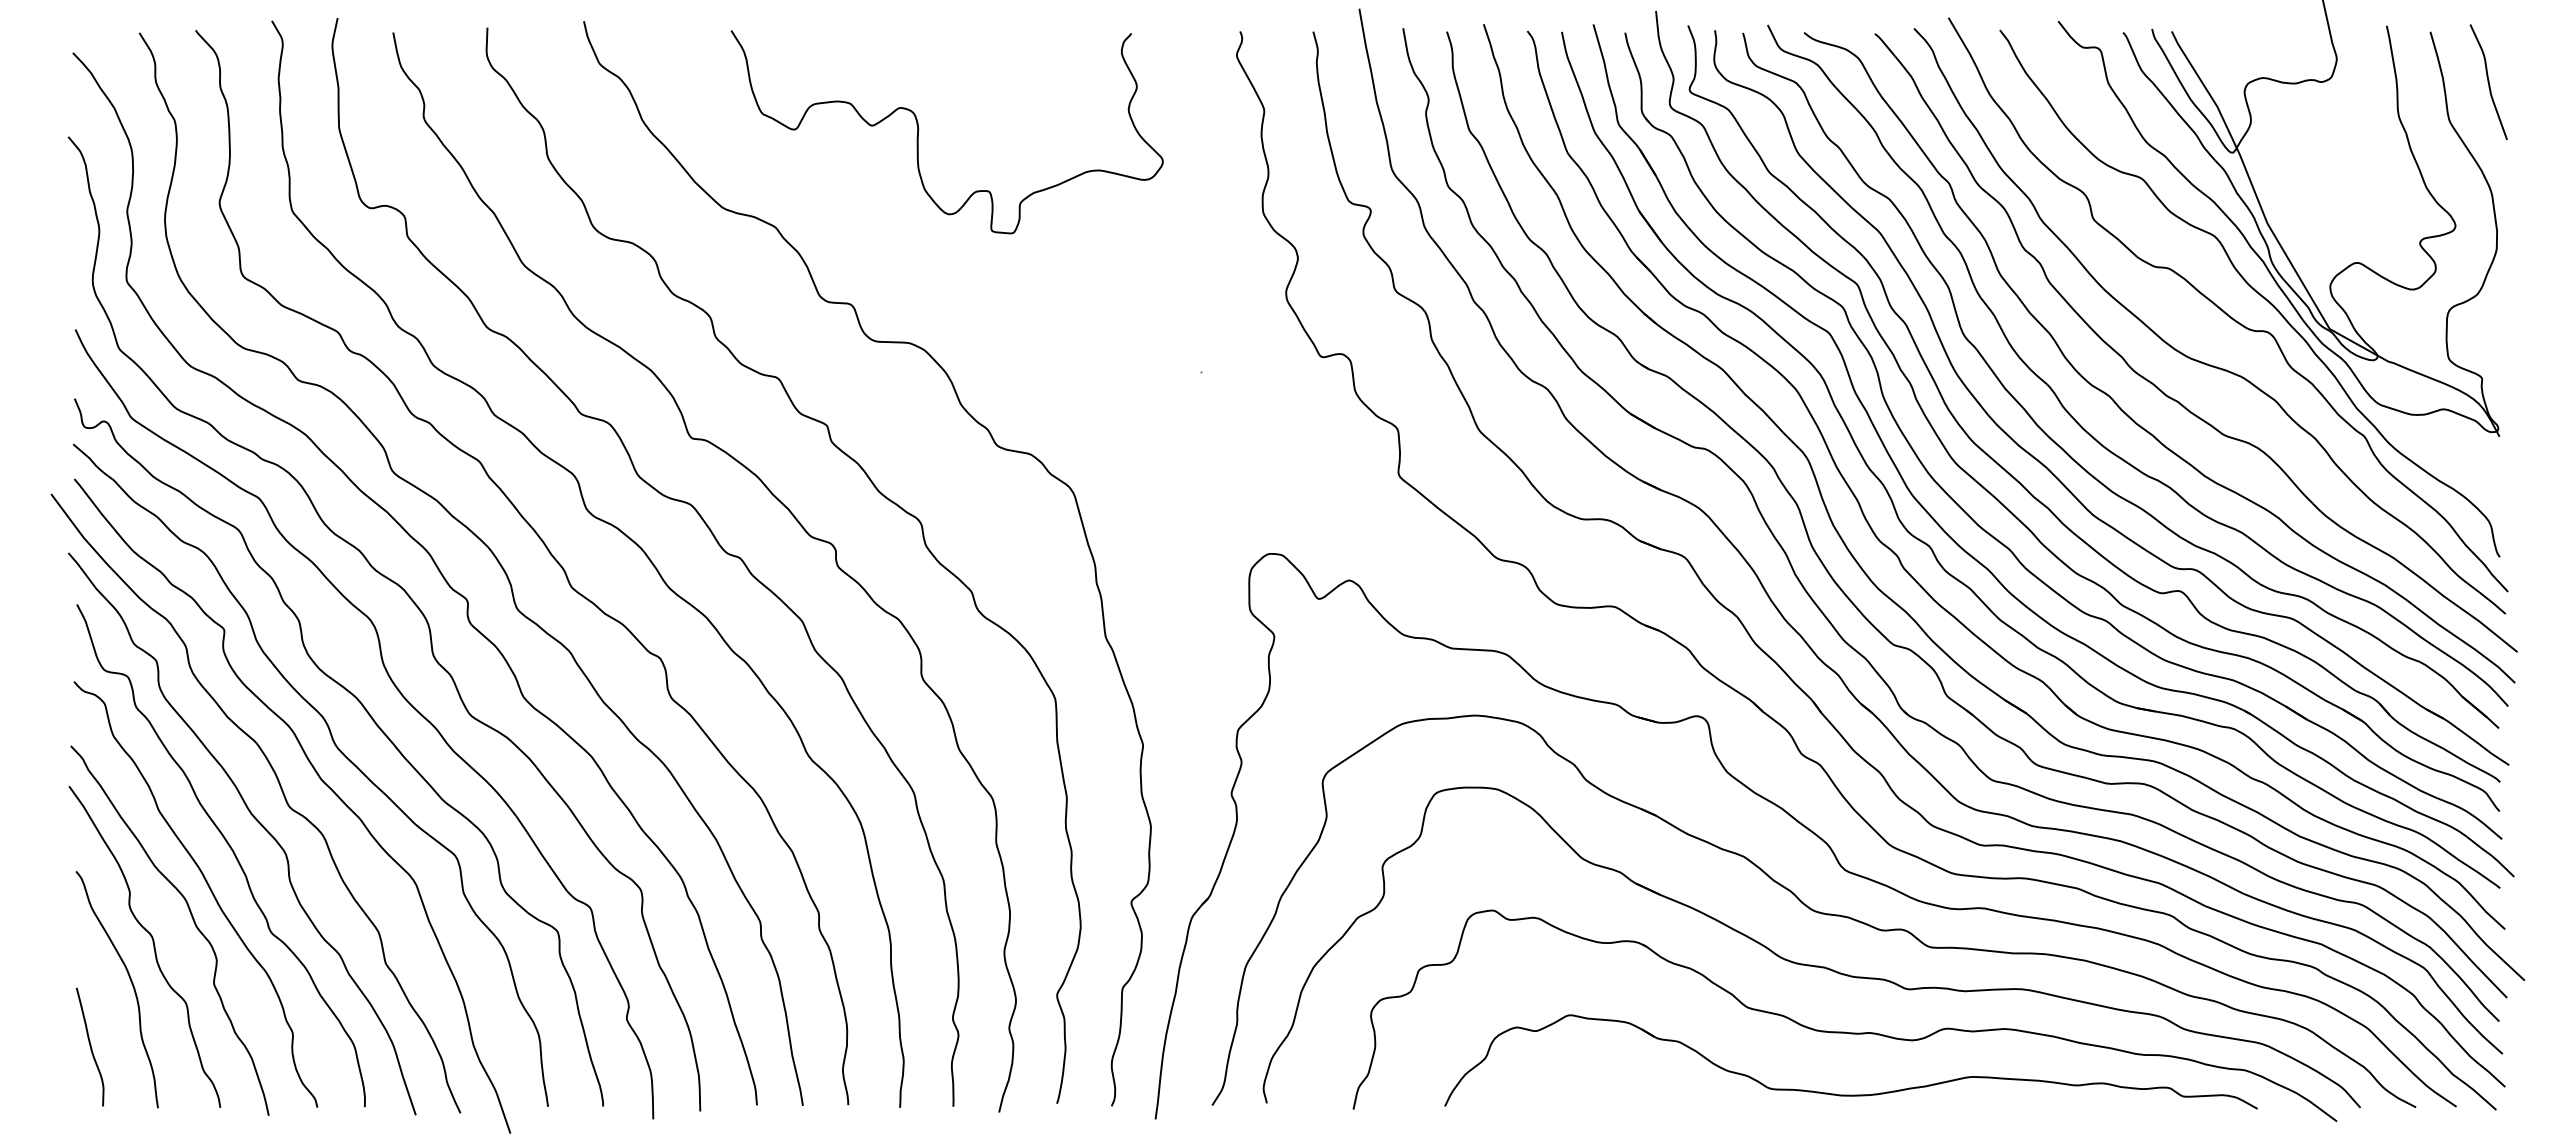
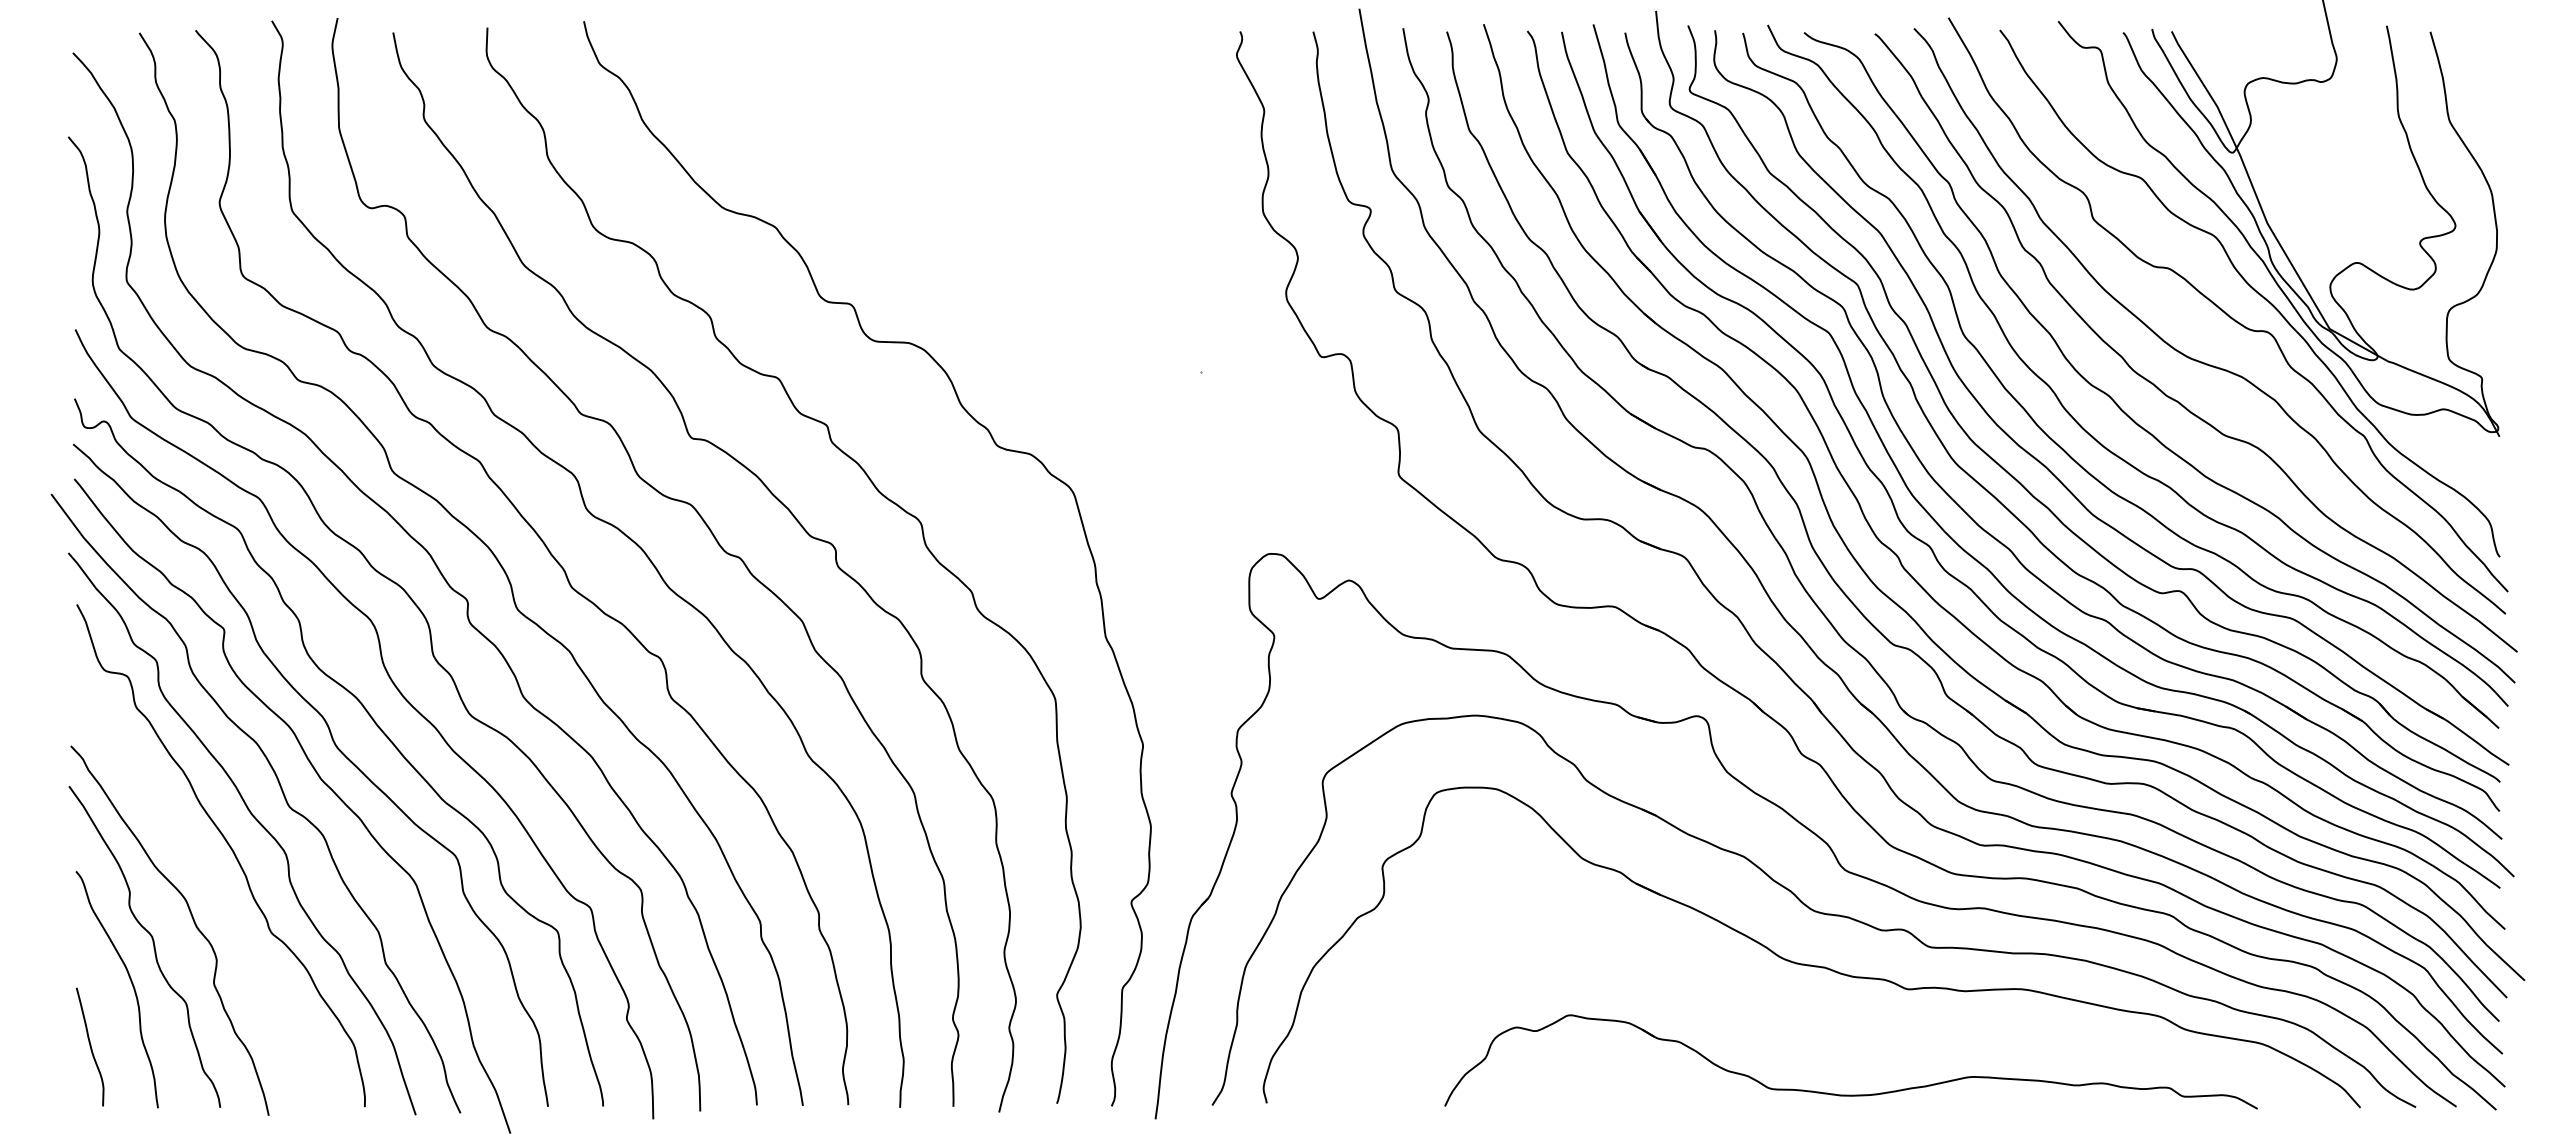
curve at (2488, 81): present -> none
curve at (919, 129): present -> none
curve at (208, 887): present -> none
part at (1844, 1031): present -> none
